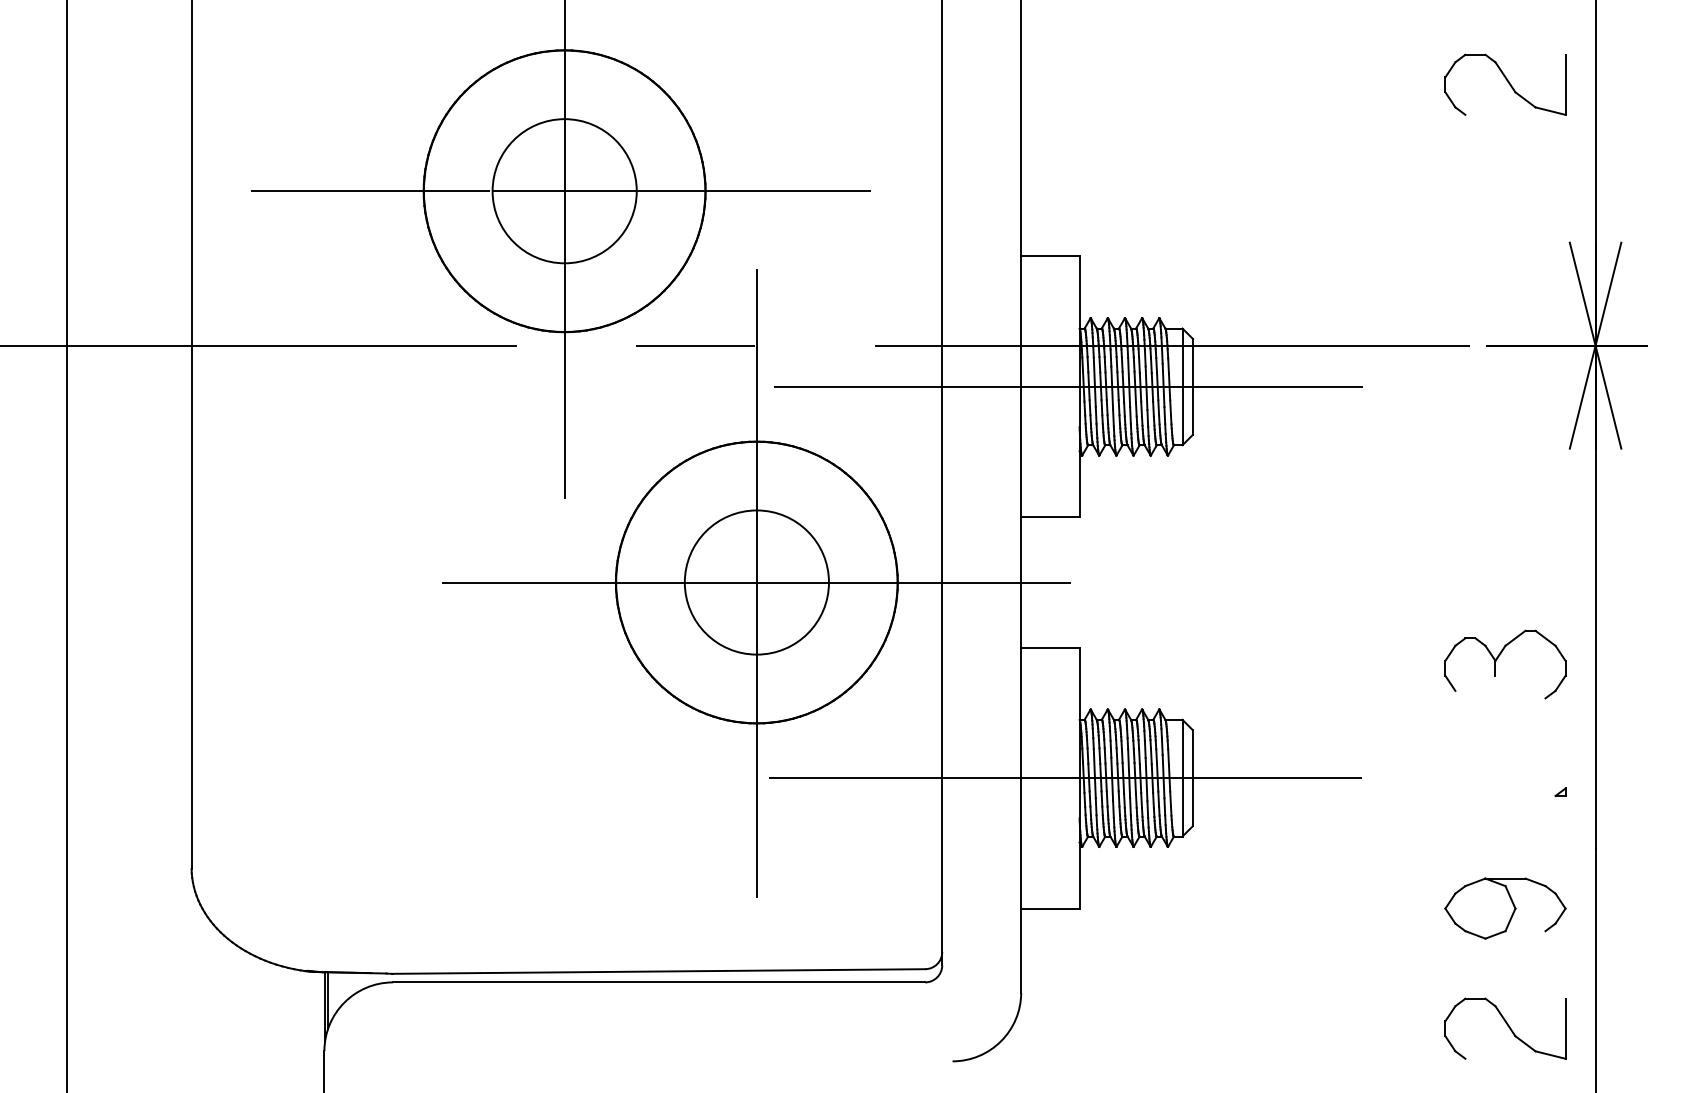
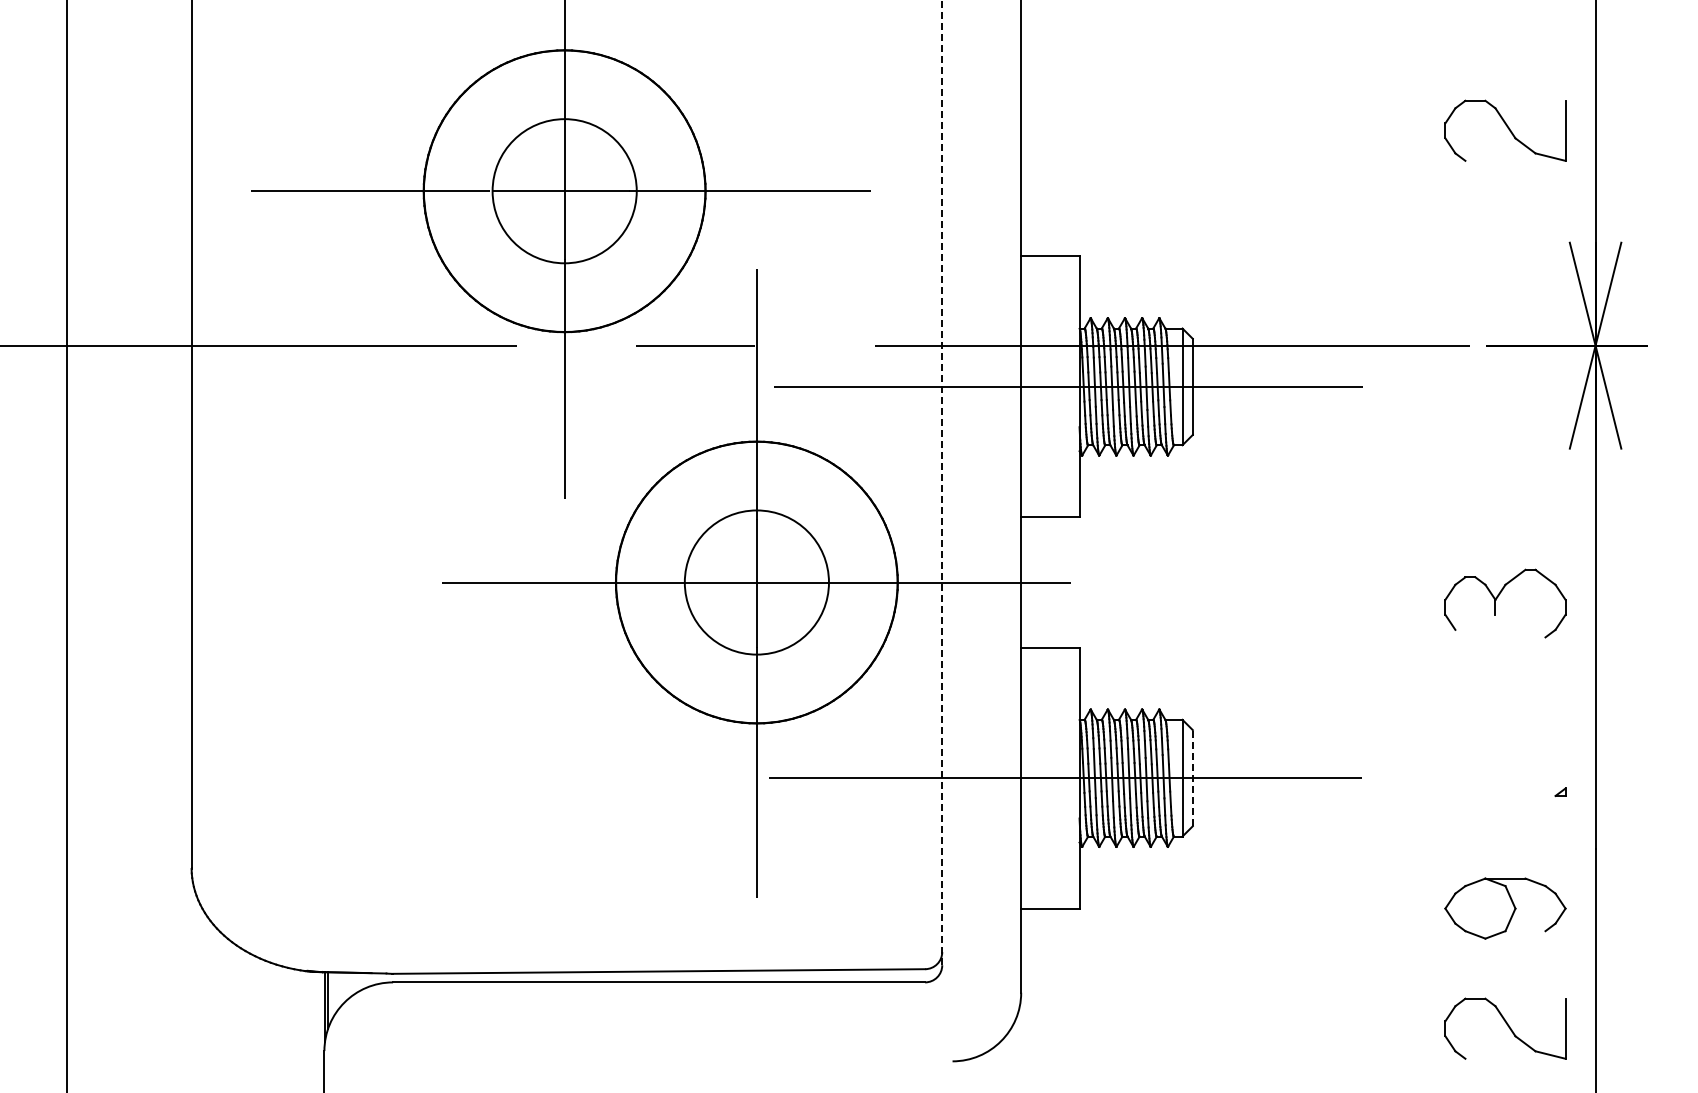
part at (1505, 84) position: (1505, 84) -> (1505, 130)
line at (942, 482): solid -> dashed
part at (1498, 658) position: (1498, 658) -> (1498, 597)
line at (1192, 777): solid -> dashed
